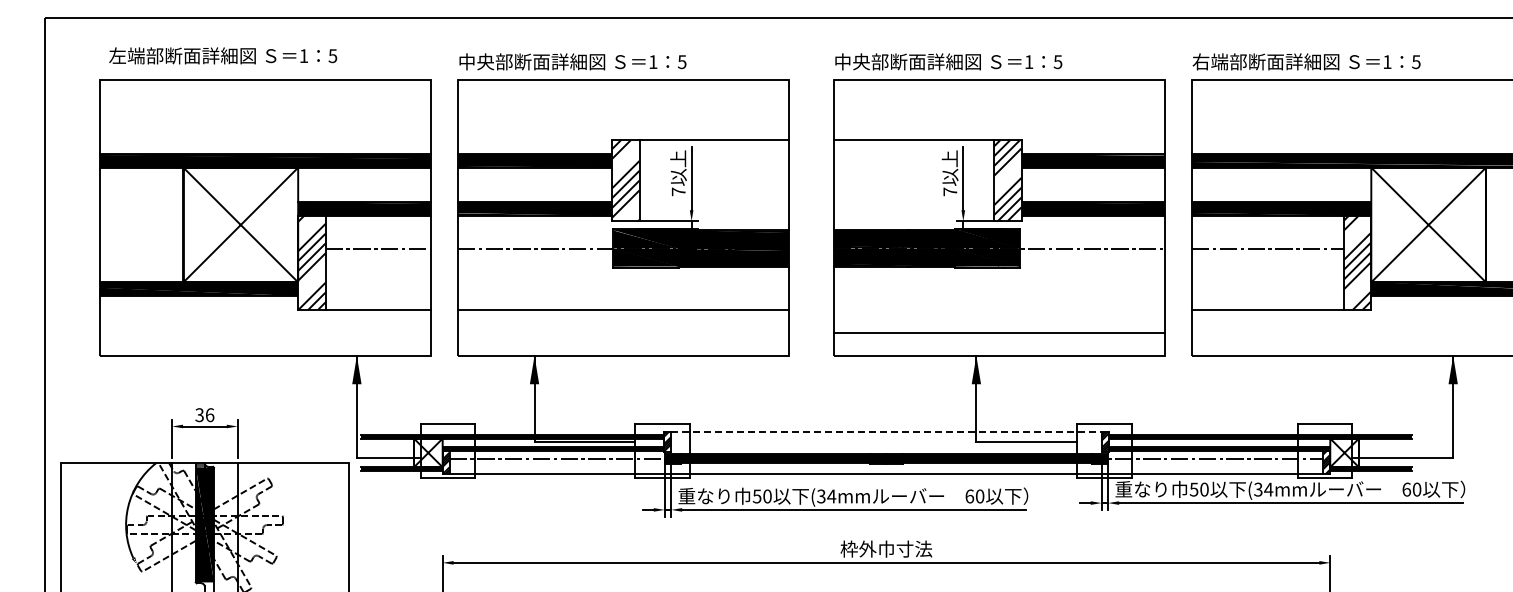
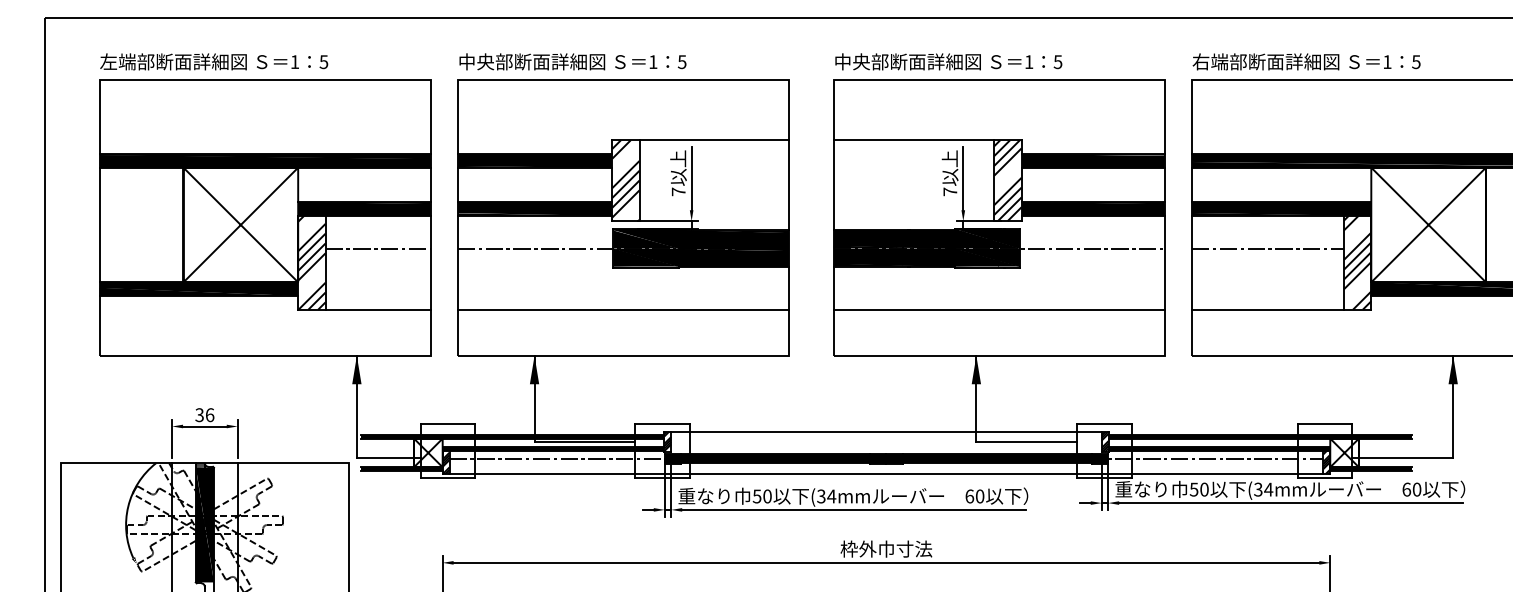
text at (223, 55) position: (223, 55) -> (214, 61)
line at (998, 332) position: (998, 332) -> (998, 309)
line at (886, 431): dashed -> solid
